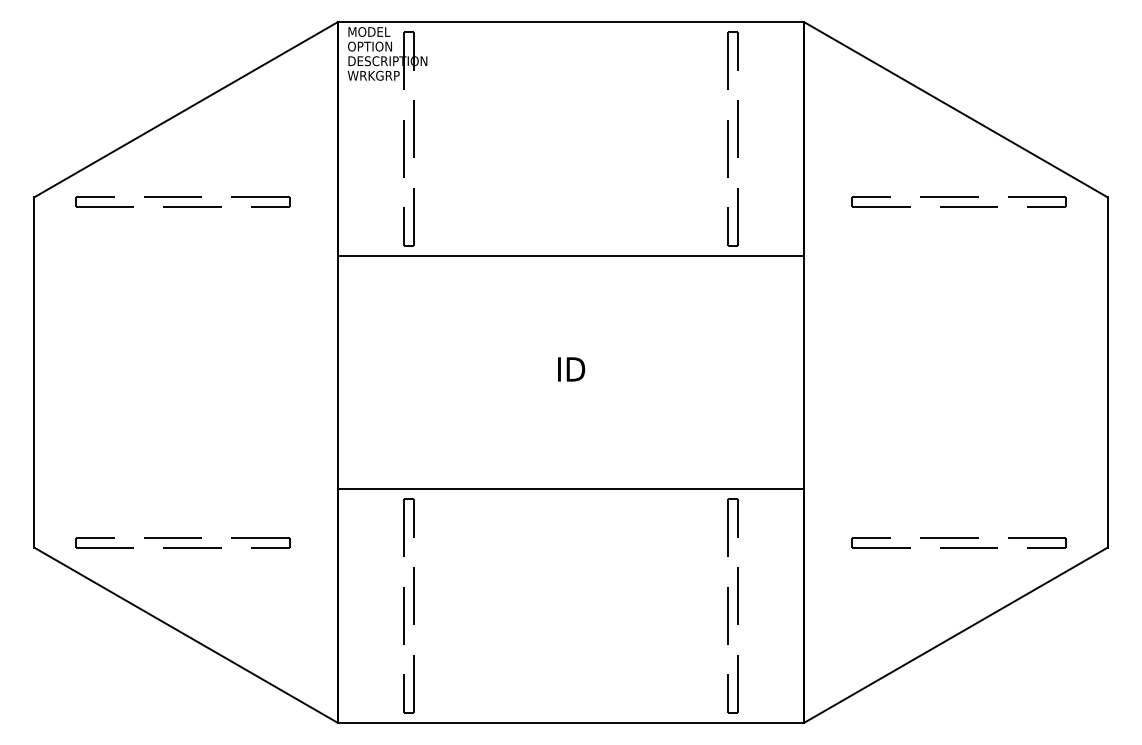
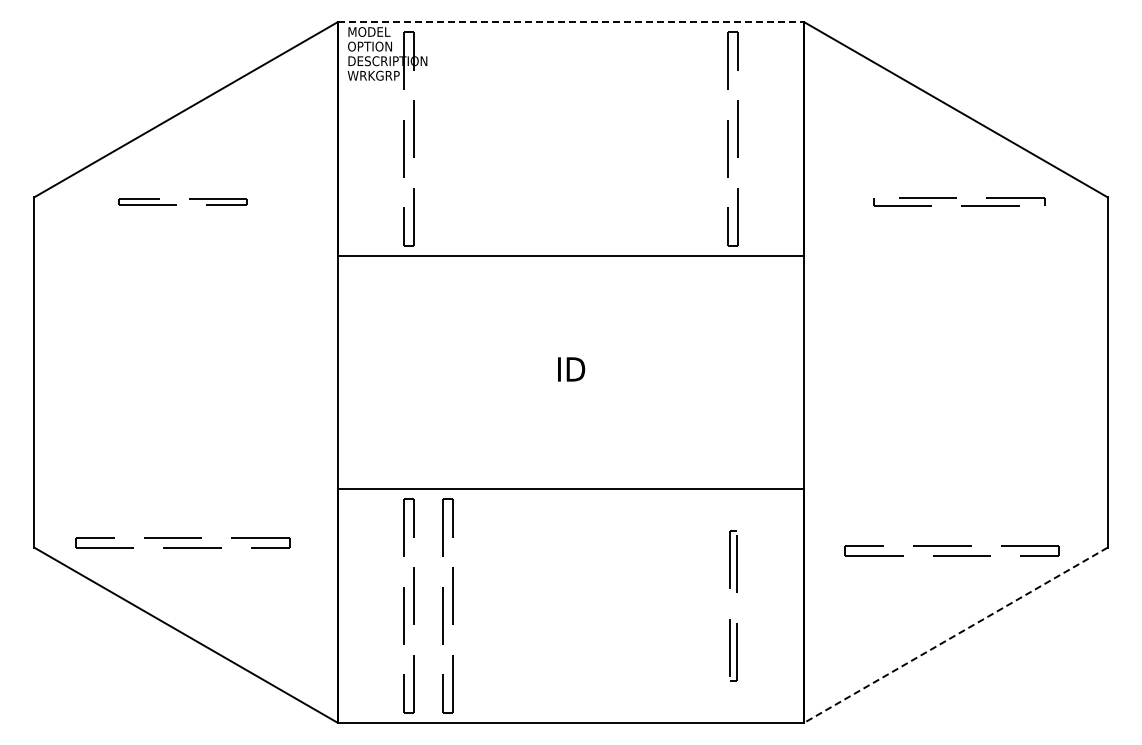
line at (571, 22): solid -> dashed
part at (182, 201) size: 216x12 px -> 130x8 px
part at (958, 201) size: 216x12 px -> 173x10 px
part at (958, 542) position: (958, 542) -> (951, 550)
part at (447, 605): none -> present
part at (732, 605) size: 12x216 px -> 9x152 px
line at (955, 635): solid -> dashed
